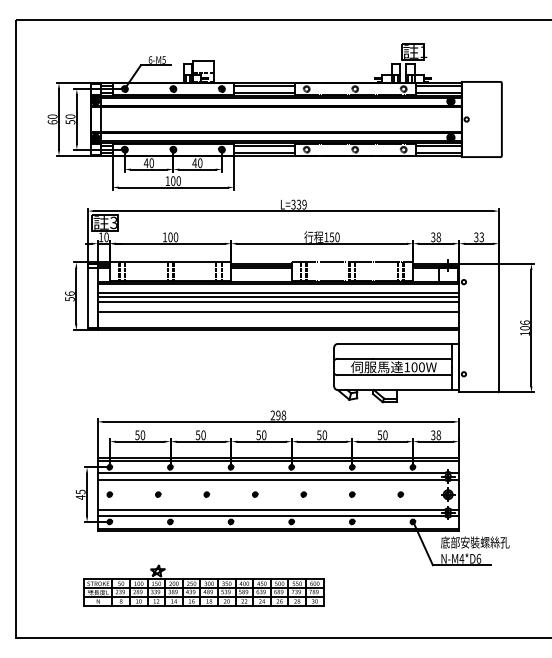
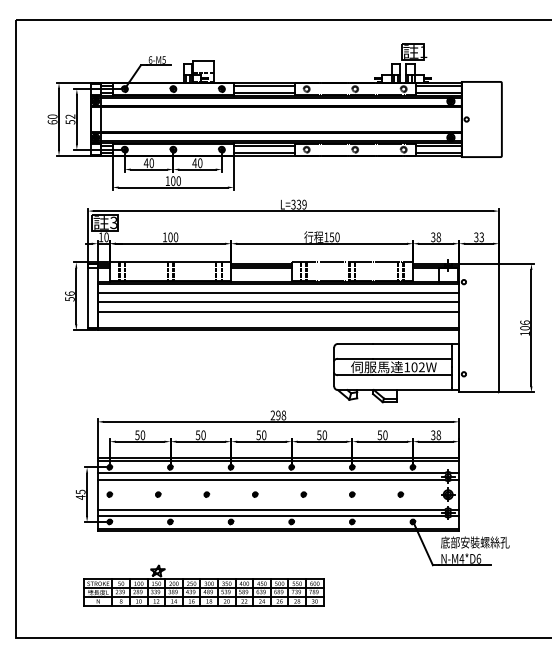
text at (70, 116): 50 -> 52
line at (278, 297): present -> none
text at (421, 367): 100W -> 102W
